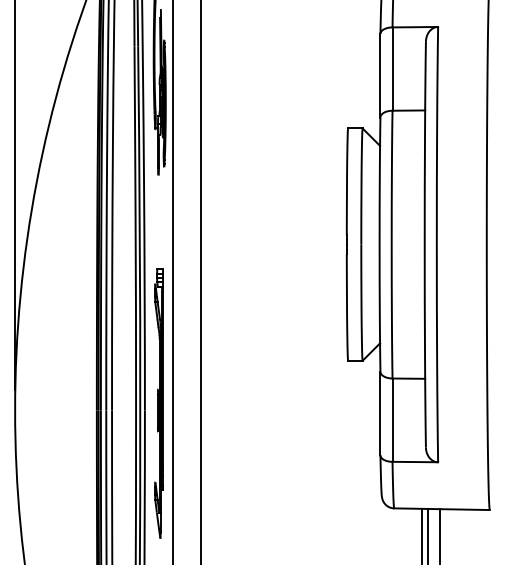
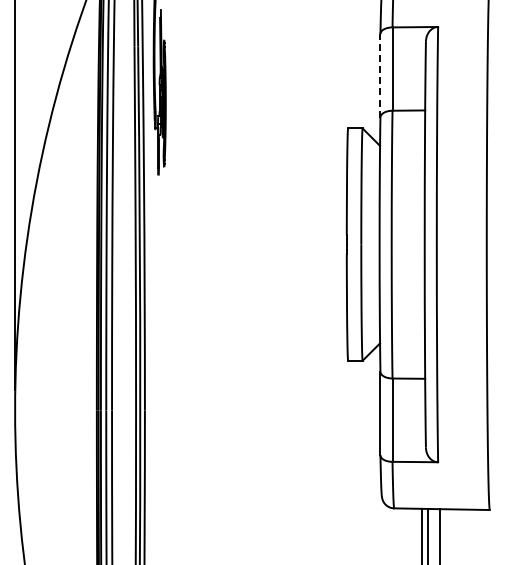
line at (380, 75): solid -> dashed
line at (173, 281): present -> none
line at (201, 281): present -> none
part at (158, 403): present -> none
